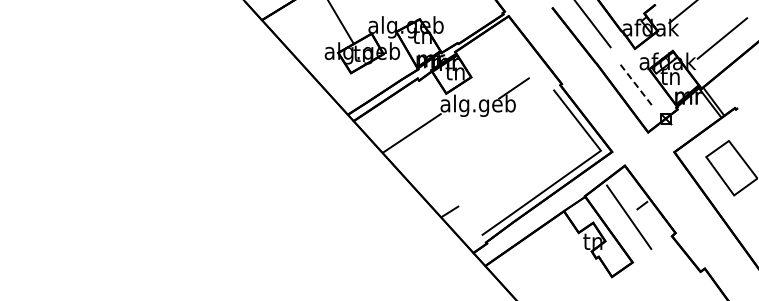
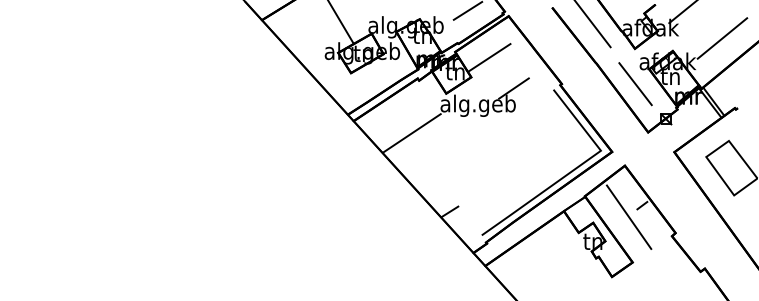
line at (467, 10): none -> present
line at (489, 57): none -> present
line at (635, 83): dashed -> solid
